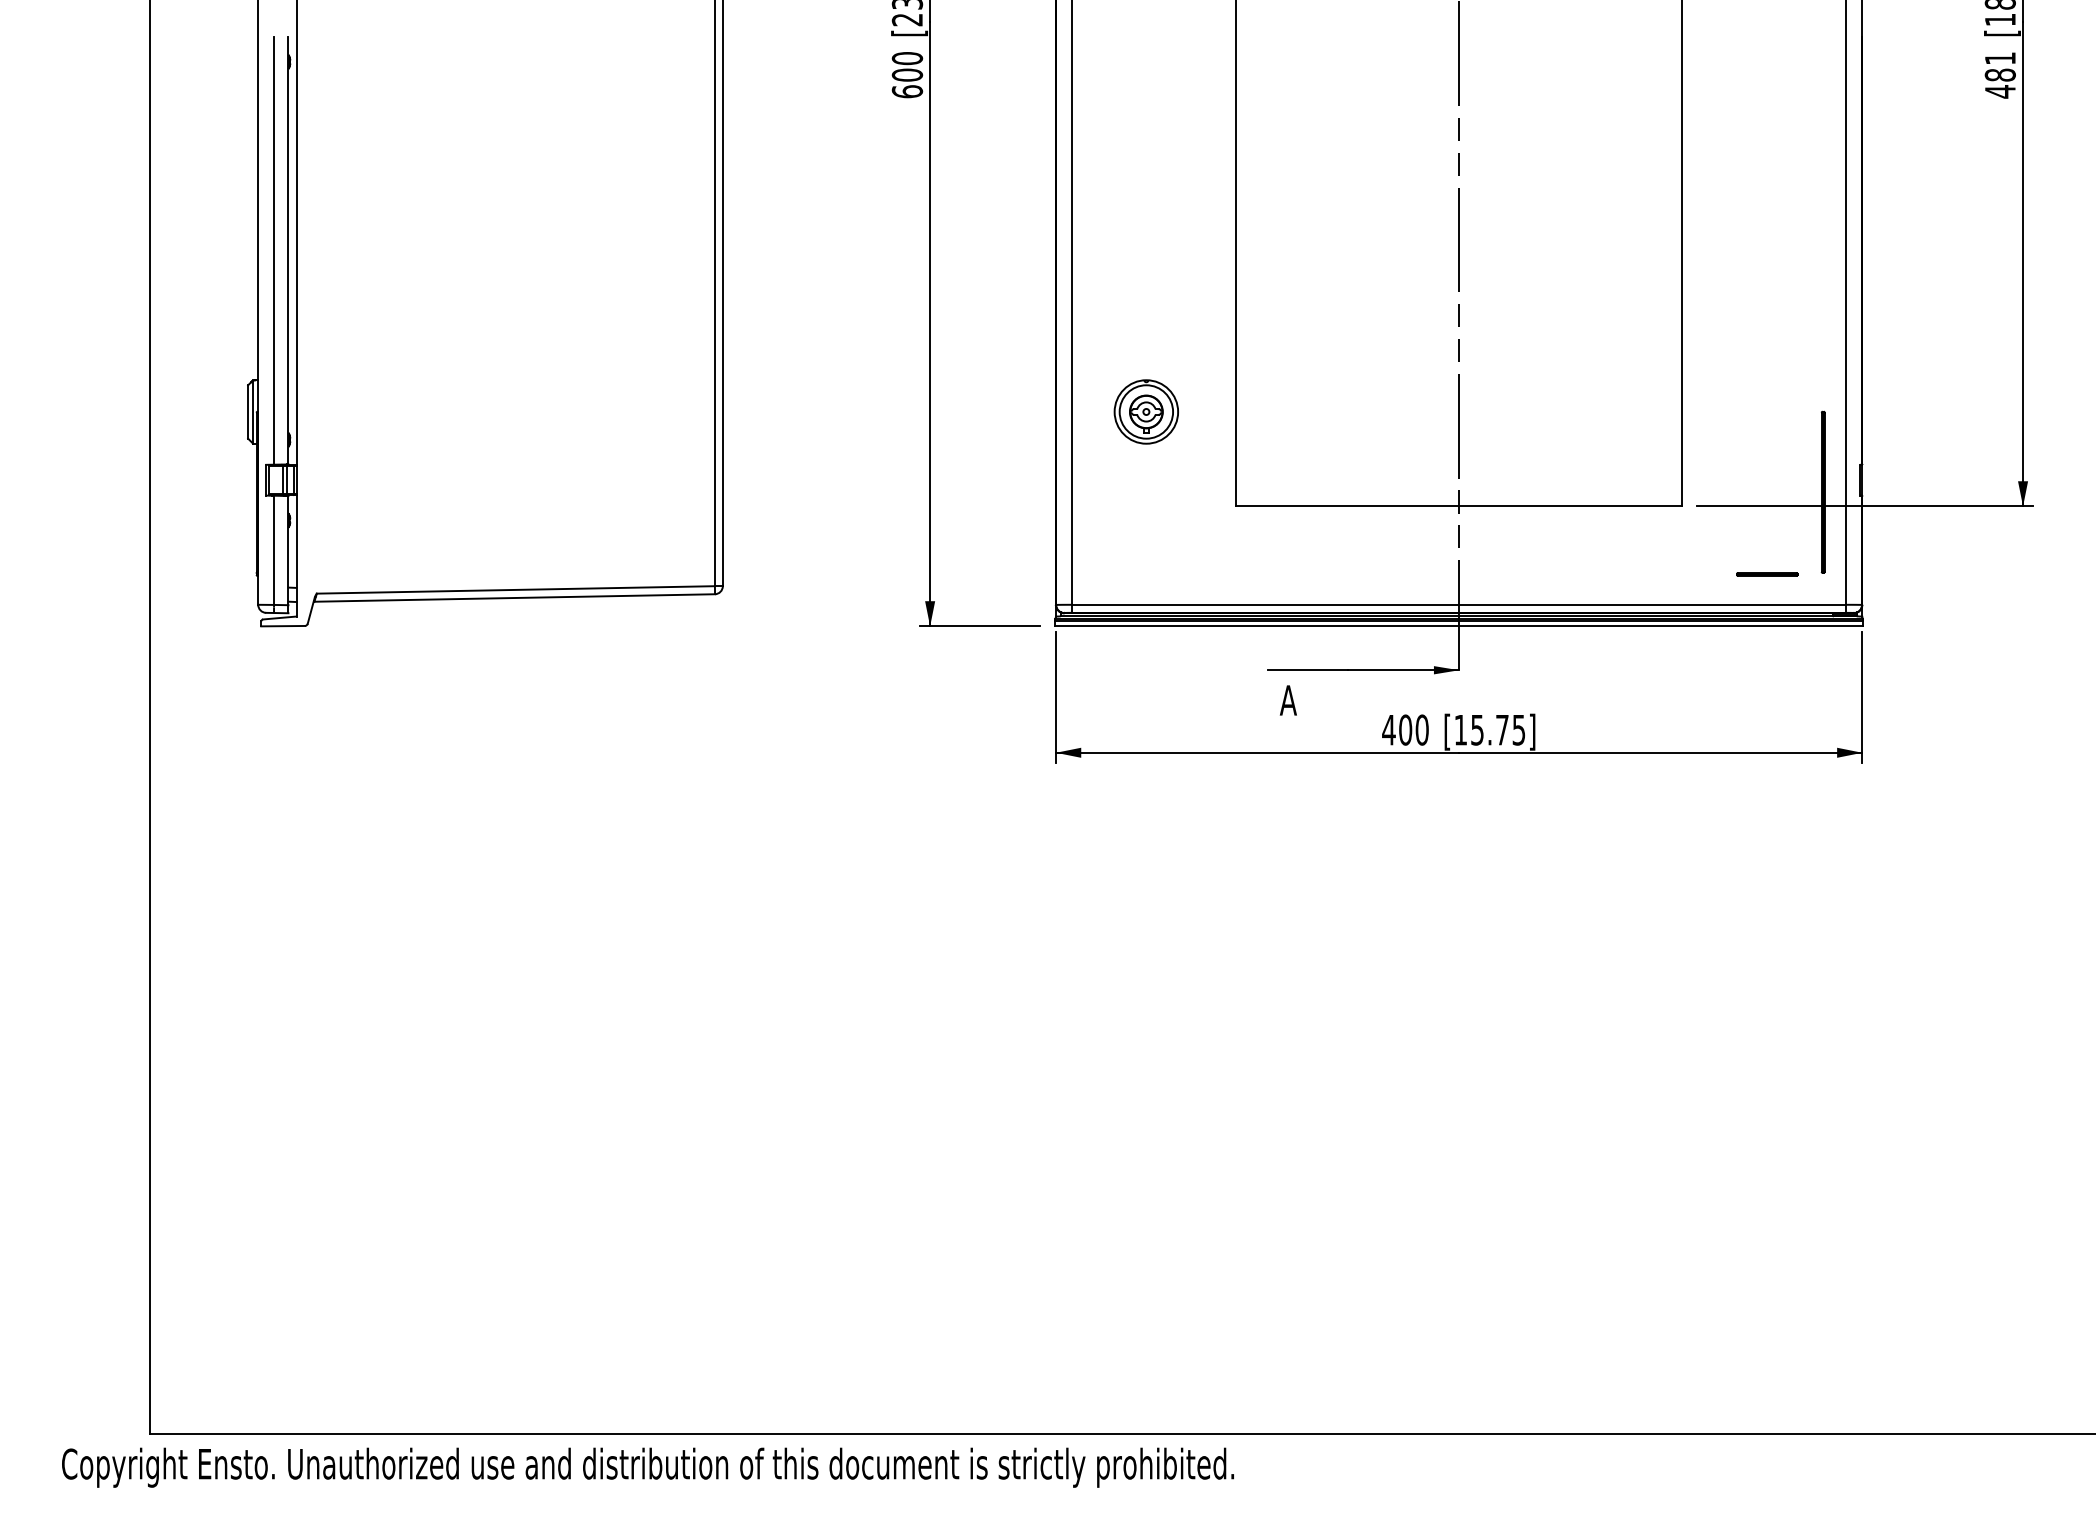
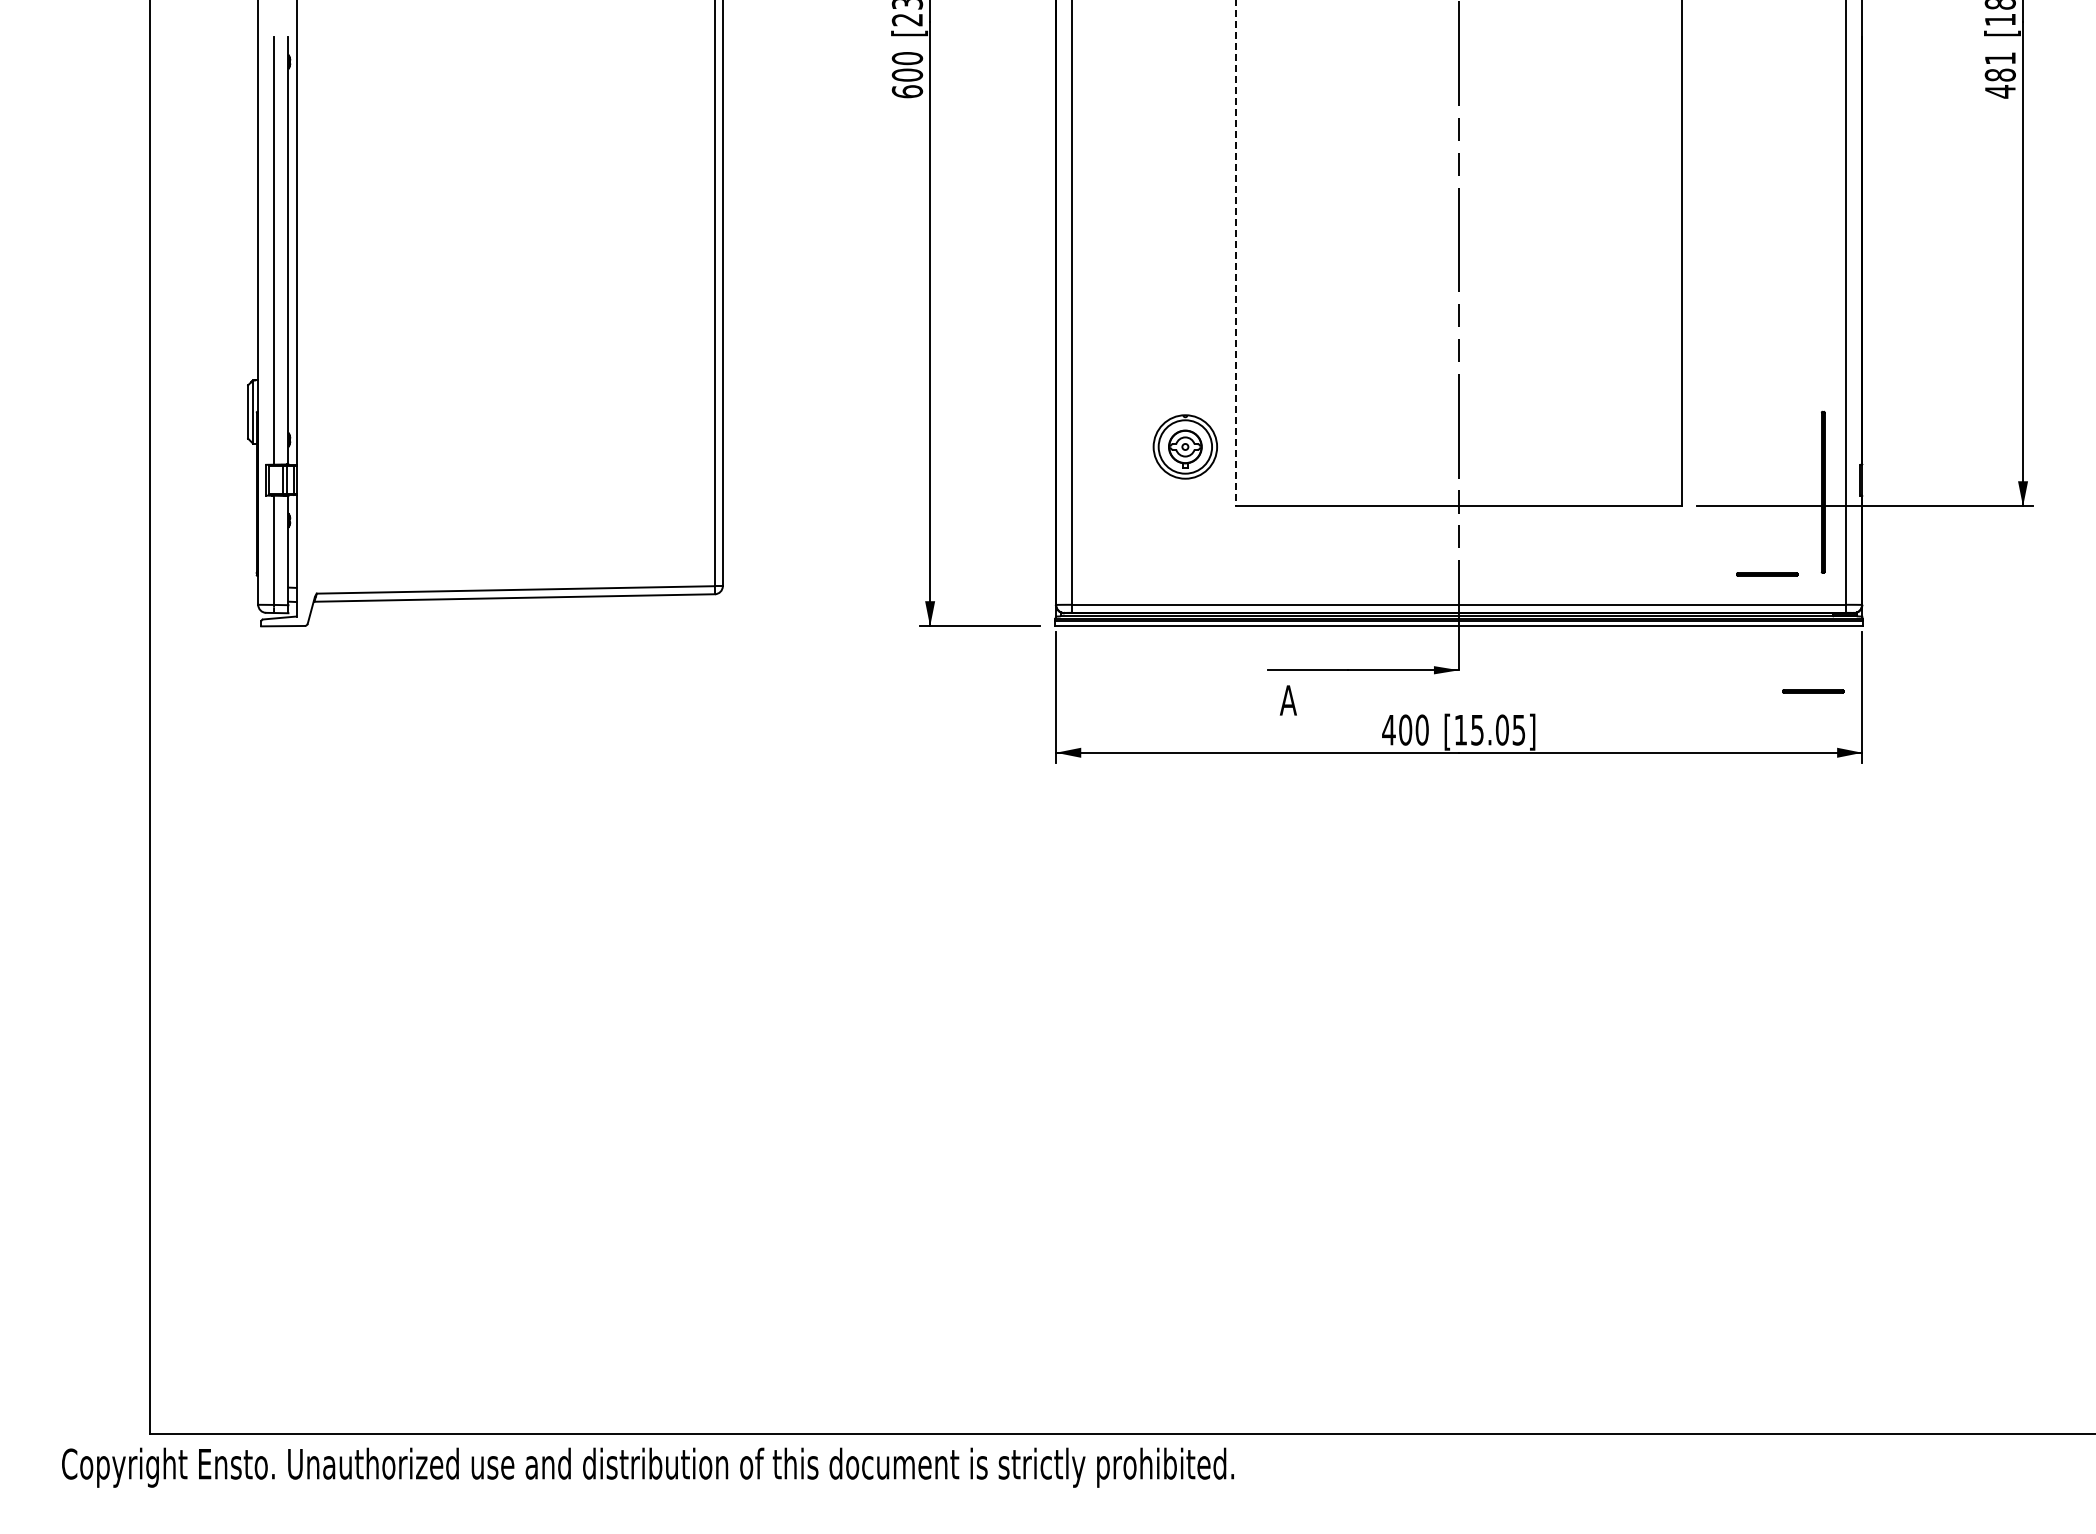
line at (1236, 253): solid -> dashed
part at (1145, 411) position: (1145, 411) -> (1184, 446)
line at (1813, 691): none -> present
text at (1502, 729): [15.75] -> [15.05]
